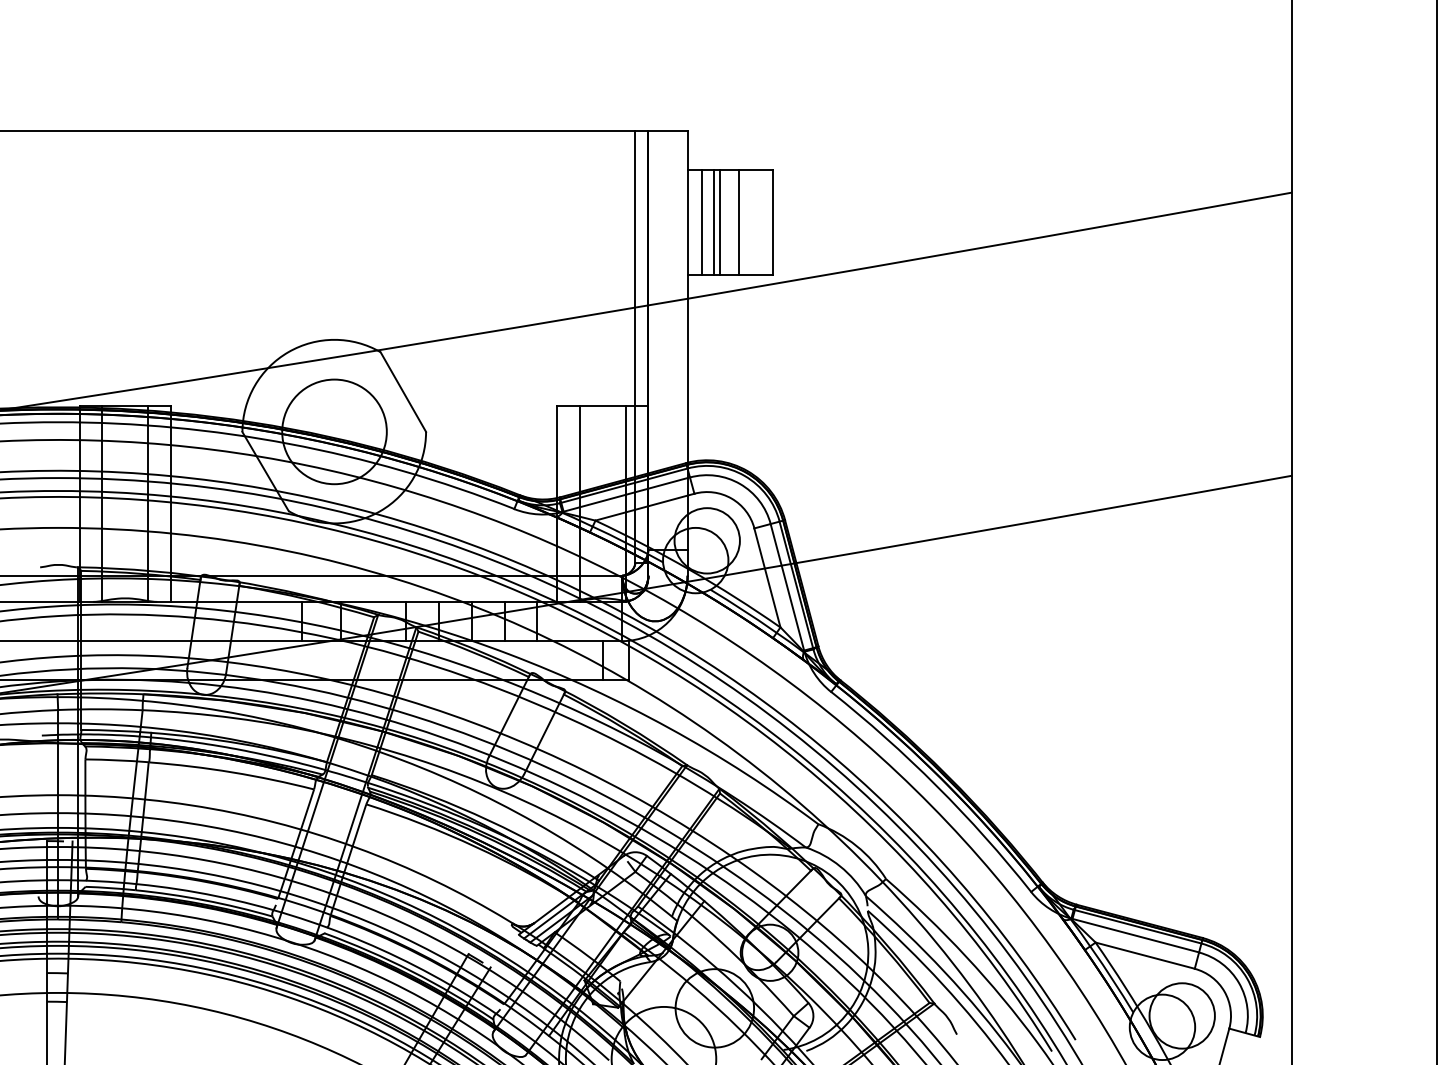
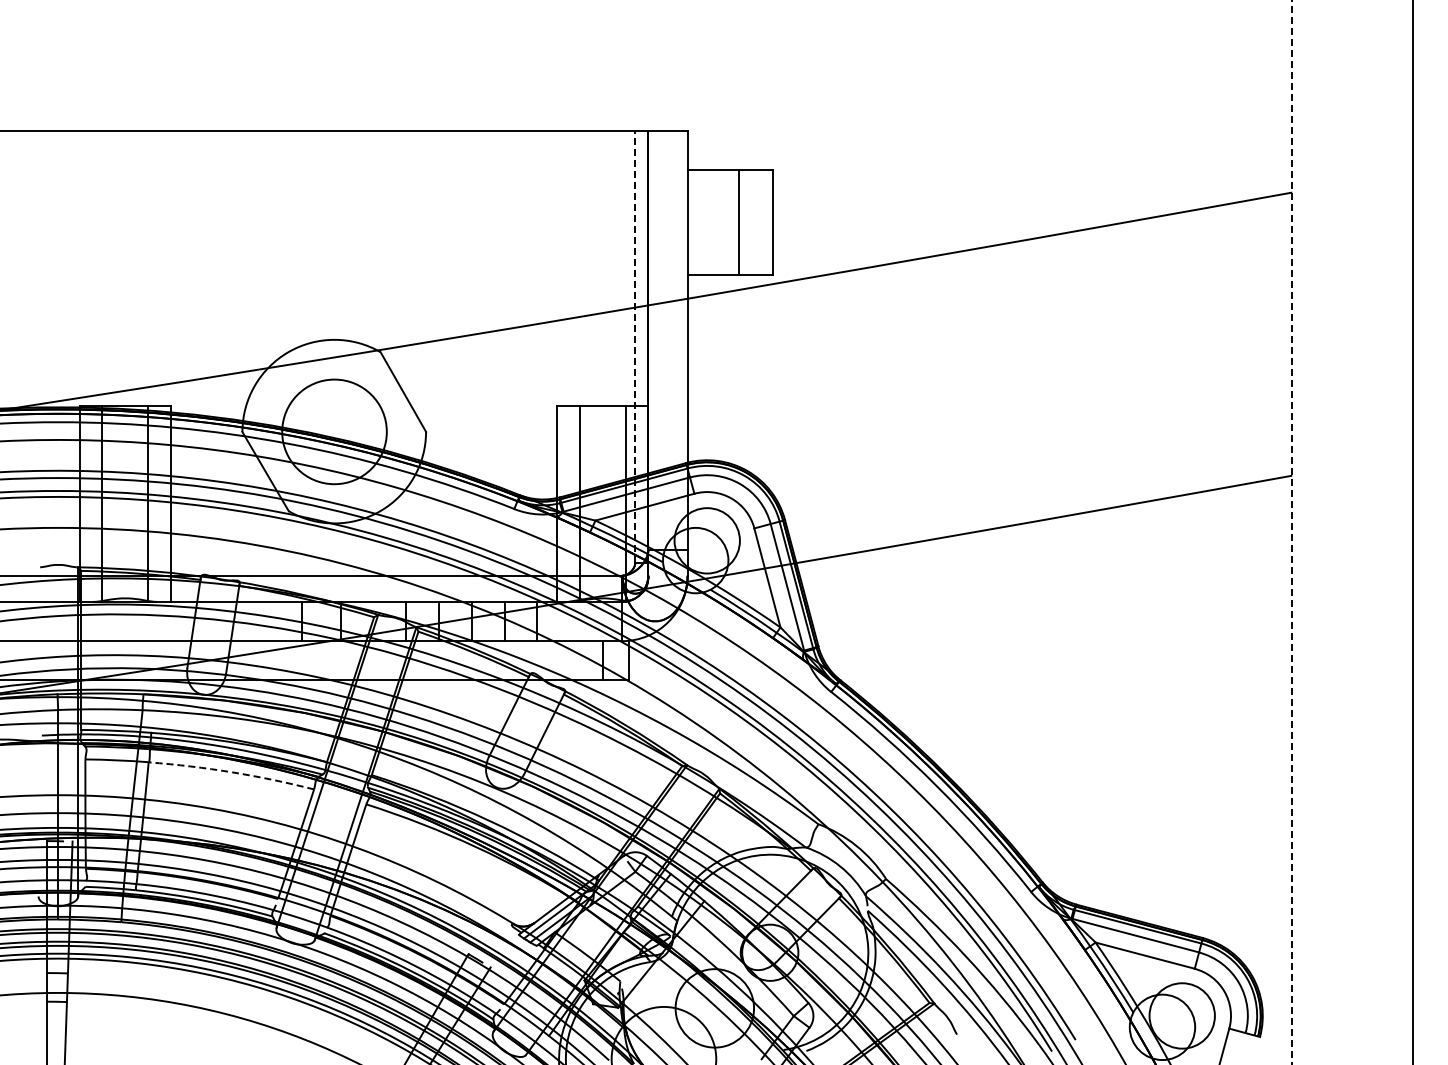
line at (702, 222): present -> none
line at (713, 222): present -> none
line at (720, 222): present -> none
line at (635, 346): solid -> dashed
line at (1436, 531) position: (1436, 531) -> (1412, 531)
line at (1292, 532): solid -> dashed
arc at (232, 772): solid -> dashed
